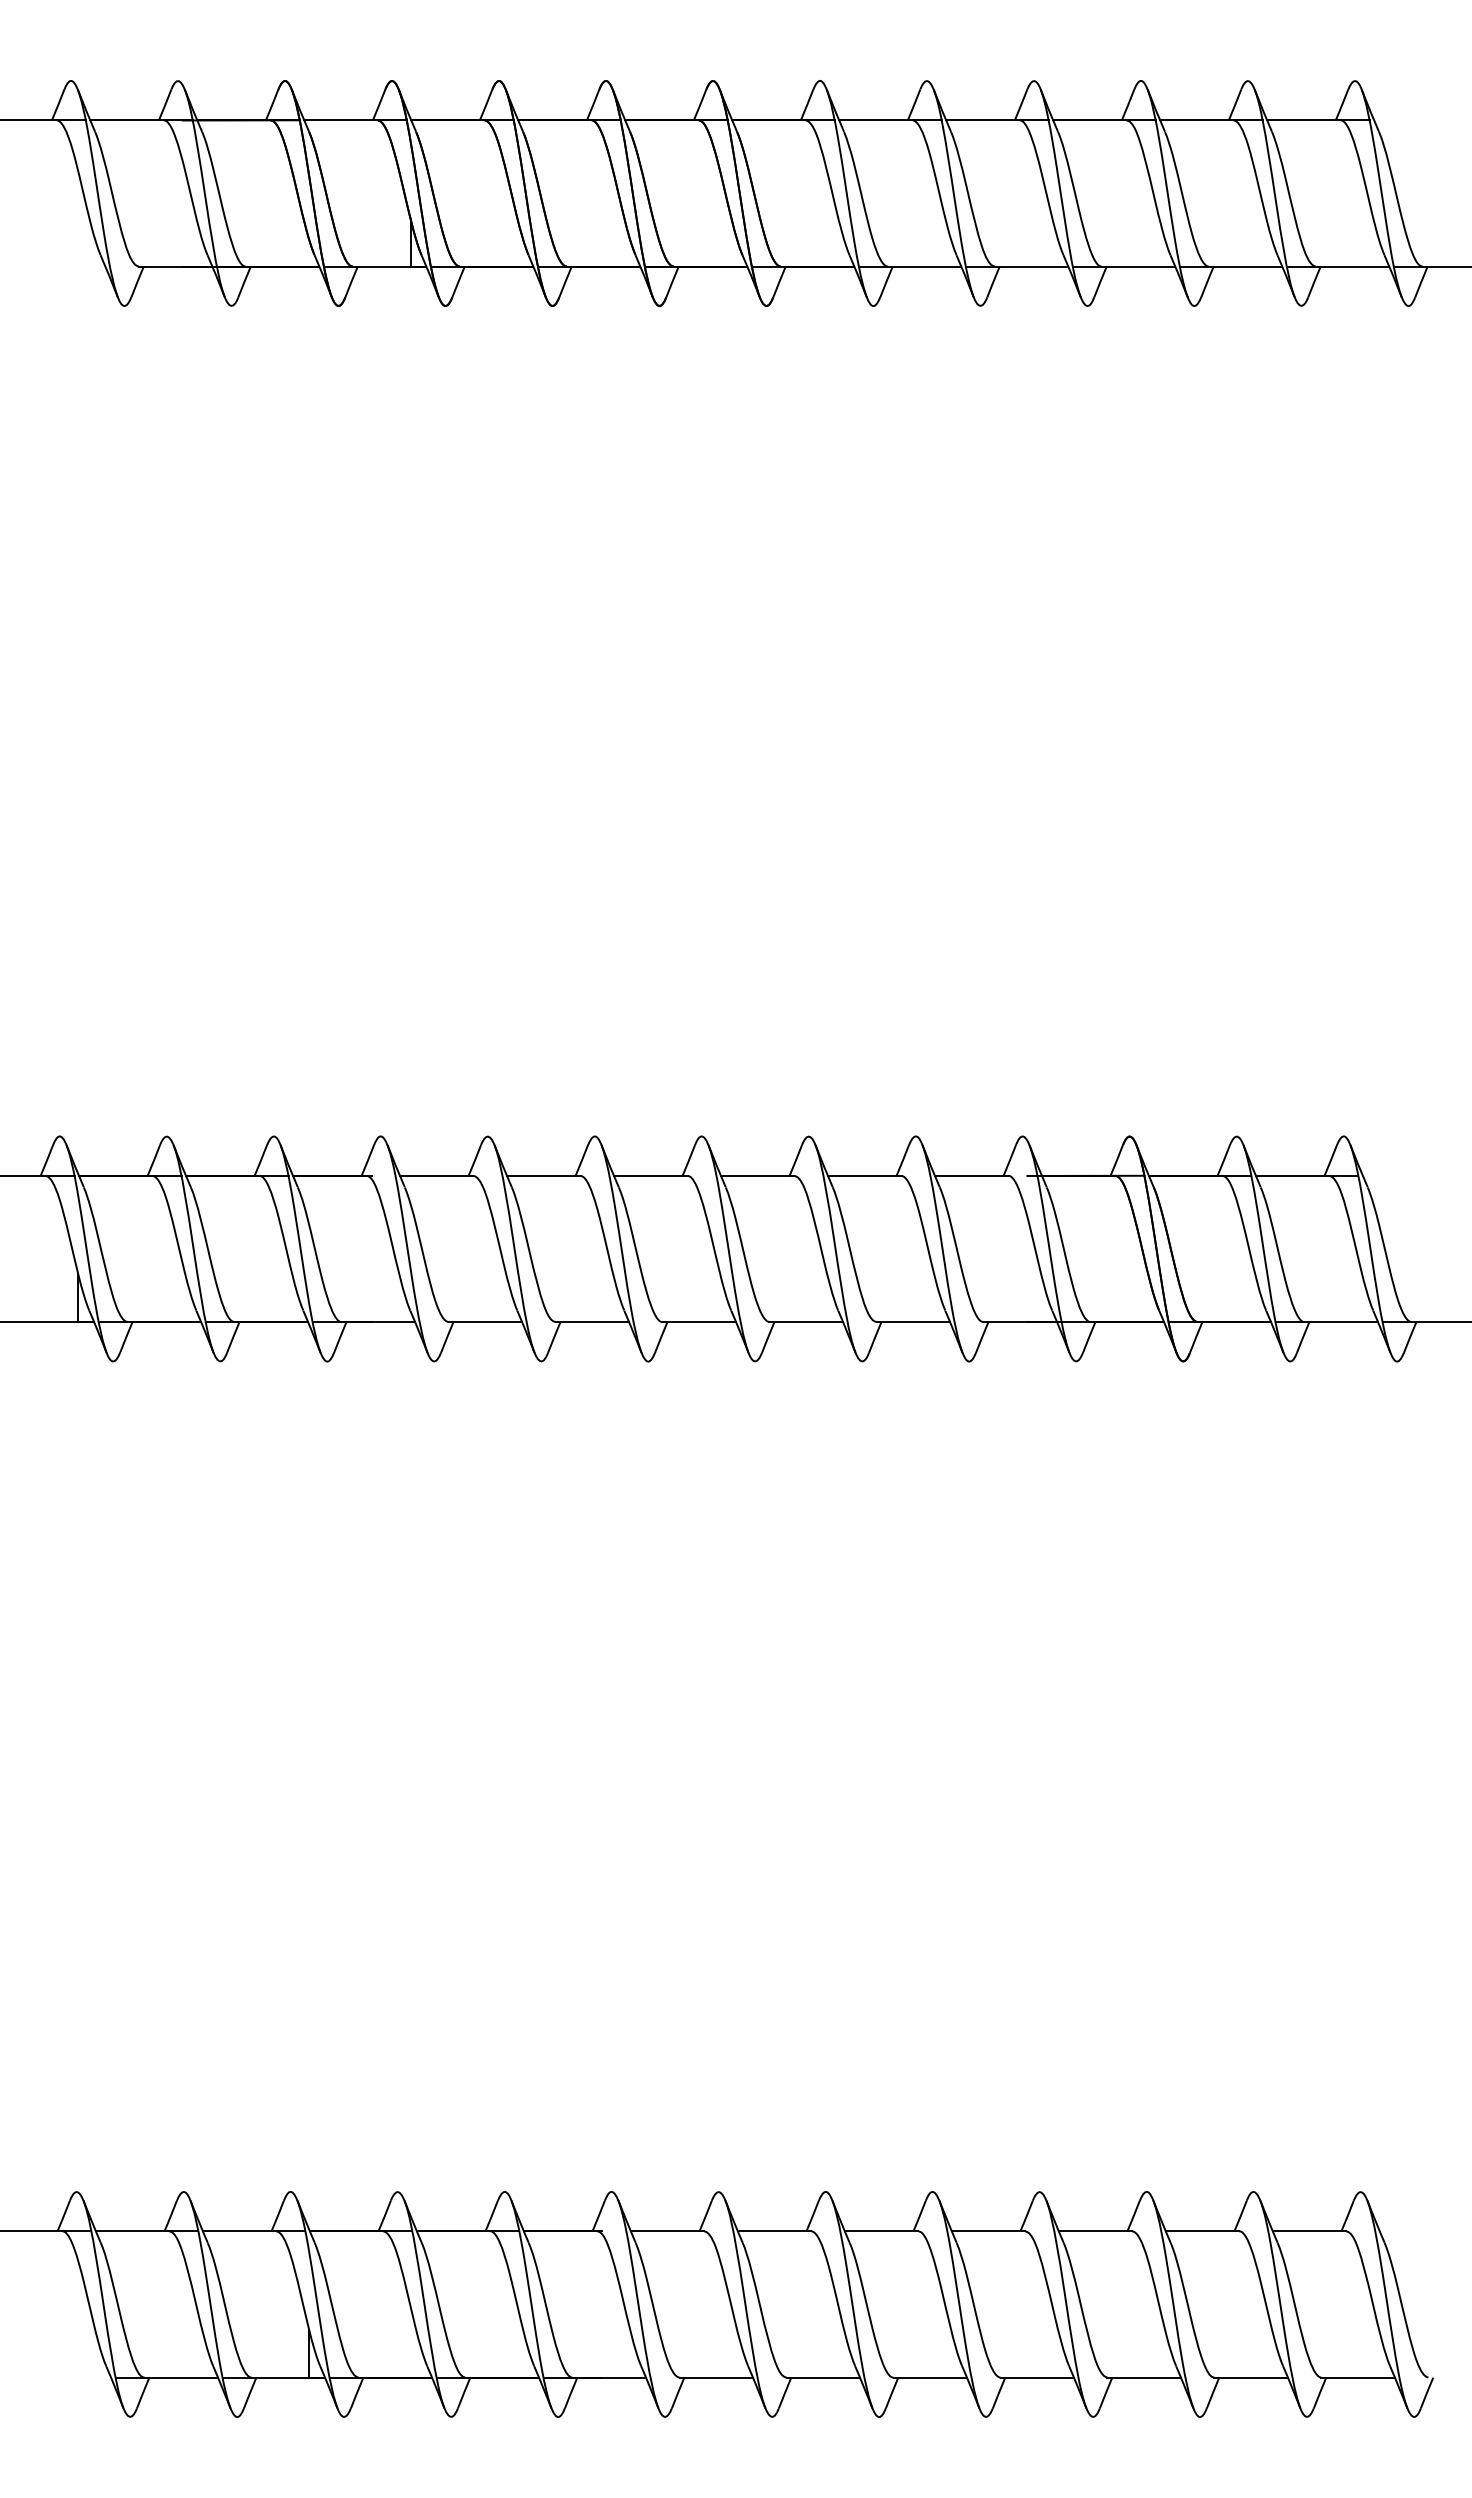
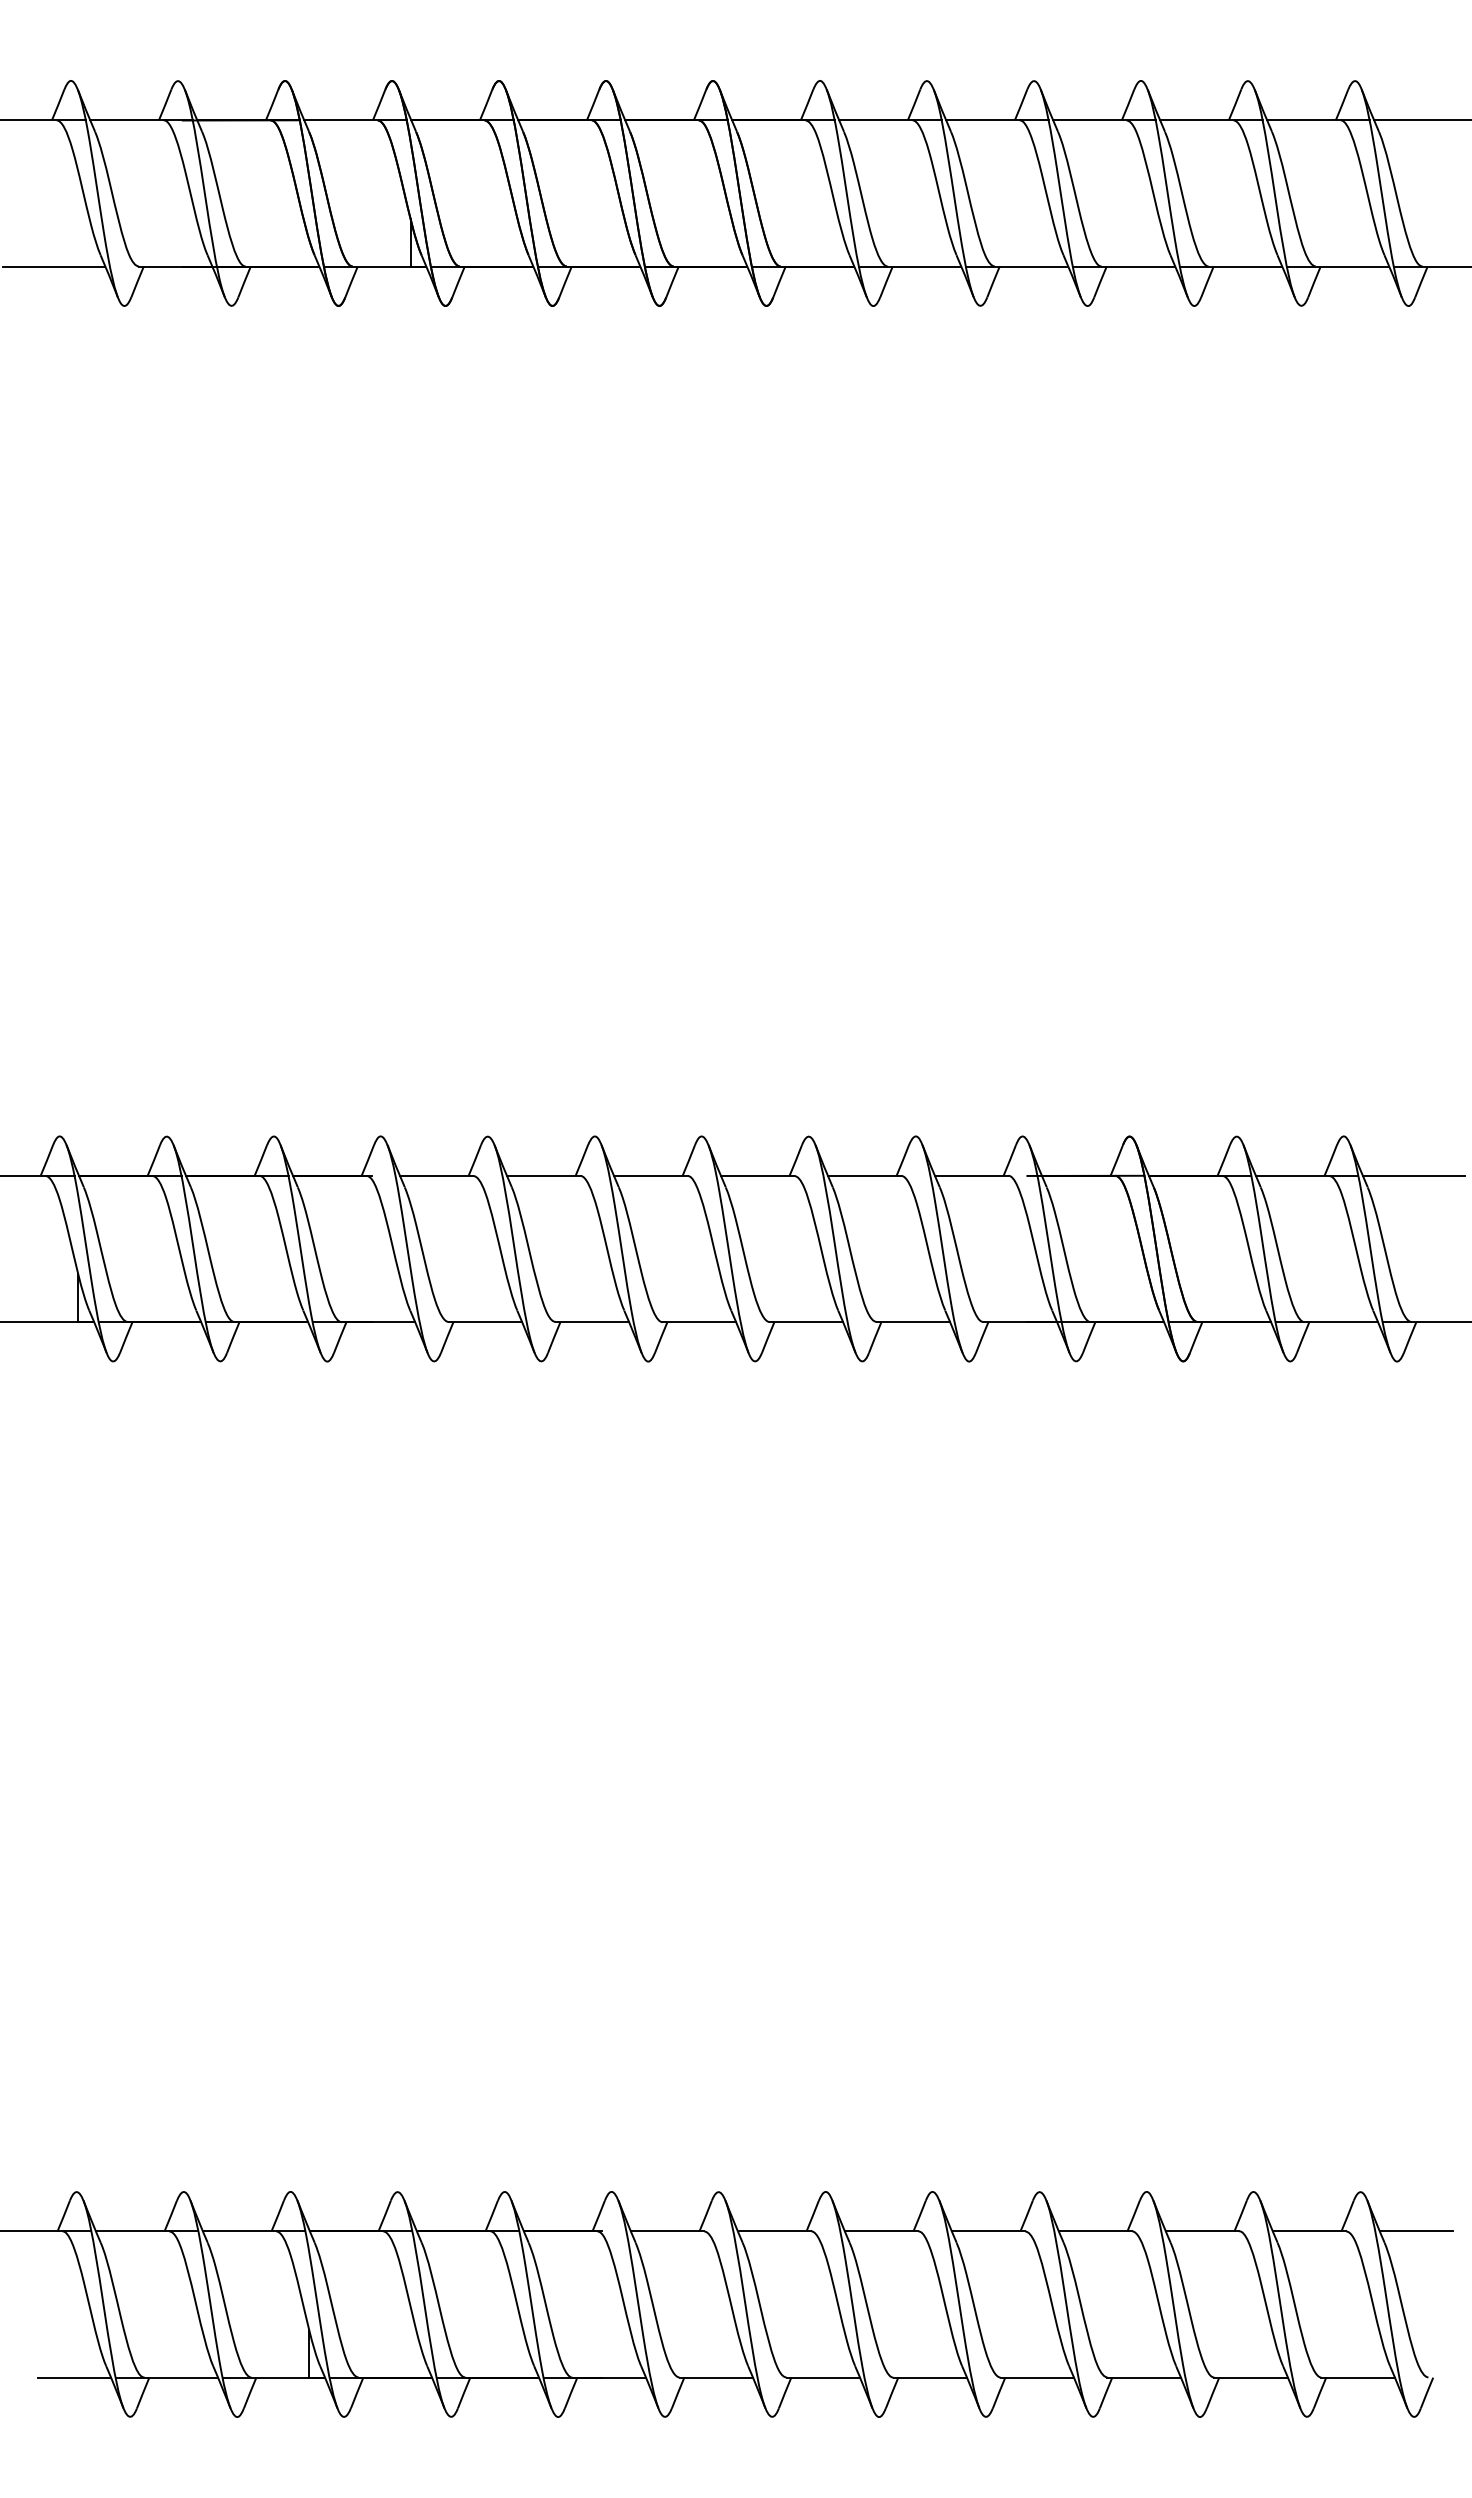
line at (1421, 120): none -> present
line at (53, 266): none -> present
line at (1413, 1175): none -> present
line at (1416, 2231): none -> present
line at (74, 2377): none -> present
